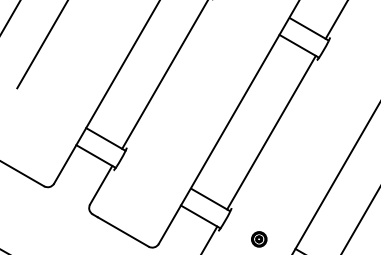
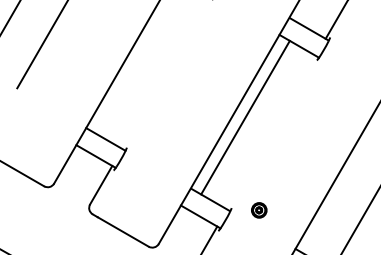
line at (164, 75): present -> none
line at (271, 132) position: (271, 132) -> (245, 117)
part at (259, 239) position: (259, 239) -> (259, 210)
